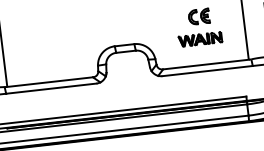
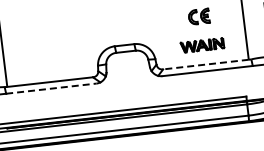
part at (200, 39) position: (200, 39) -> (202, 45)
line at (205, 64): solid -> dashed
line at (51, 88): solid -> dashed
